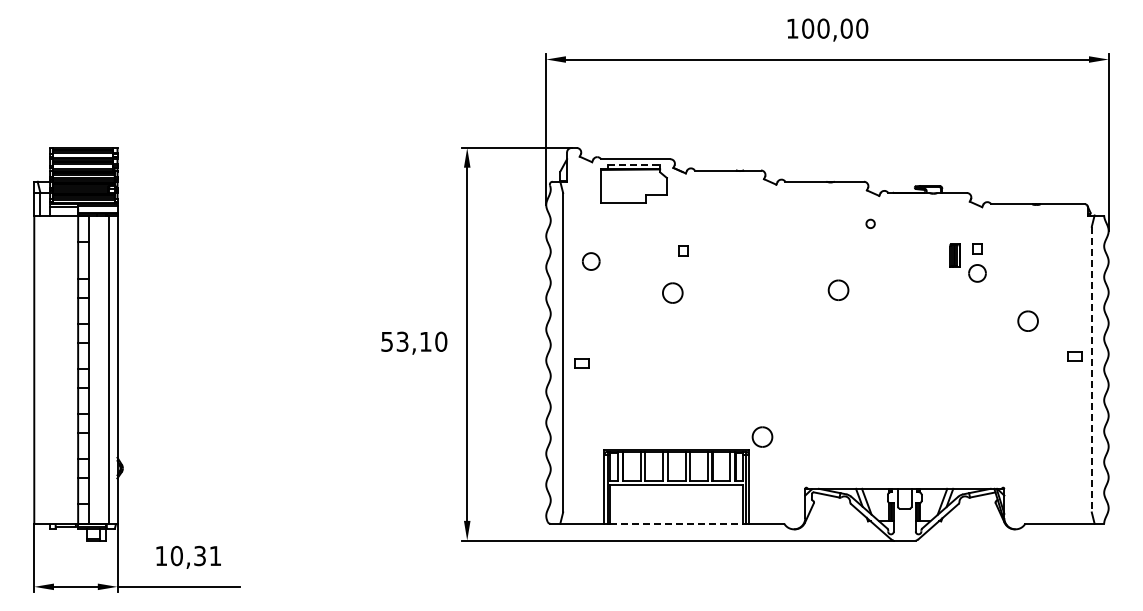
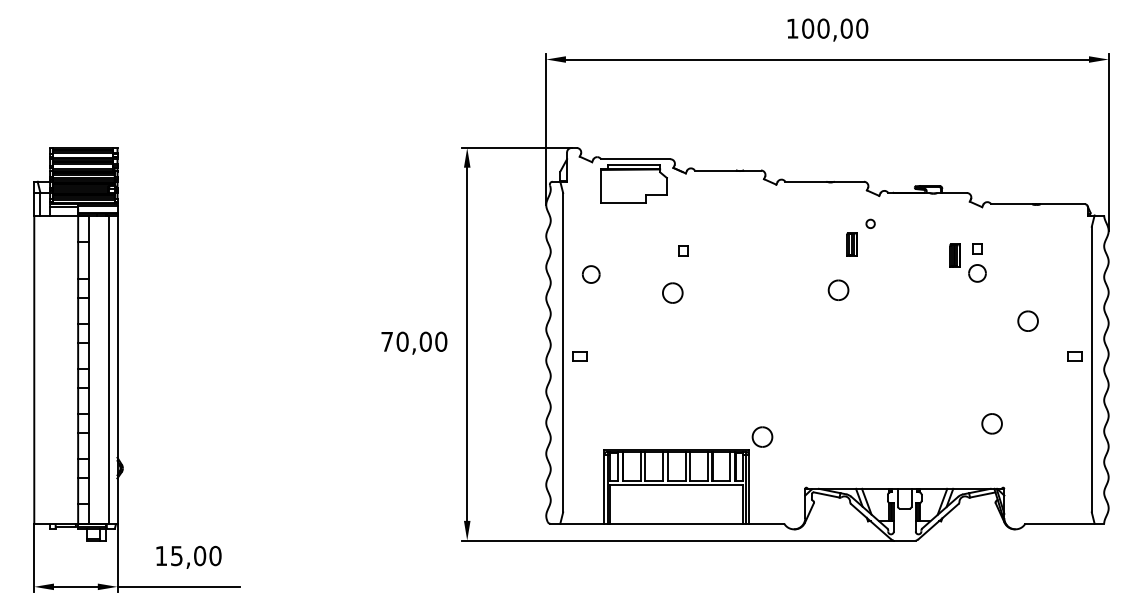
line at (634, 164): dashed -> solid
part at (851, 244): none -> present
part at (590, 261) position: (590, 261) -> (590, 274)
text at (406, 341): 53,10 -> 70,00
part at (581, 363) position: (581, 363) -> (579, 356)
line at (1091, 369): dashed -> solid
part at (991, 423): none -> present
line at (677, 523): dashed -> solid
text at (195, 555): 10,31 -> 15,00
